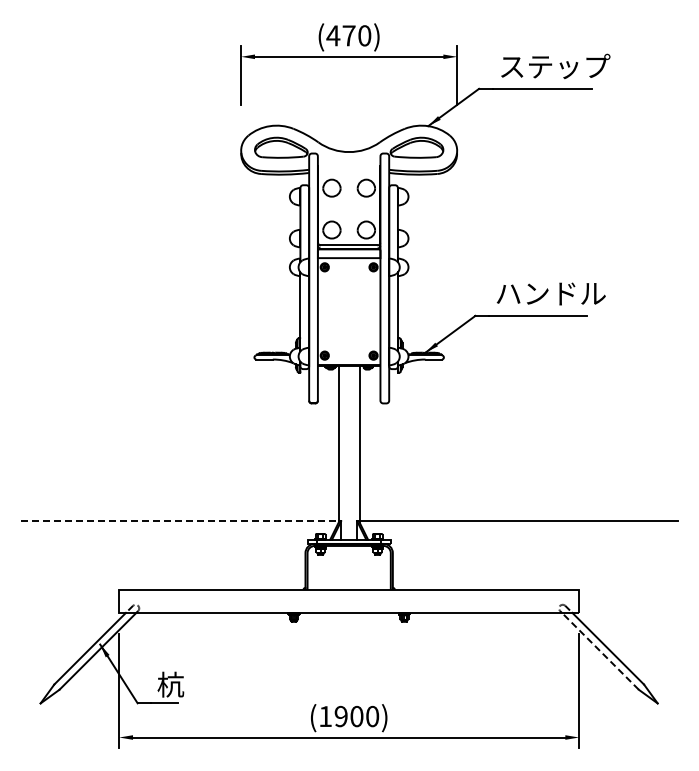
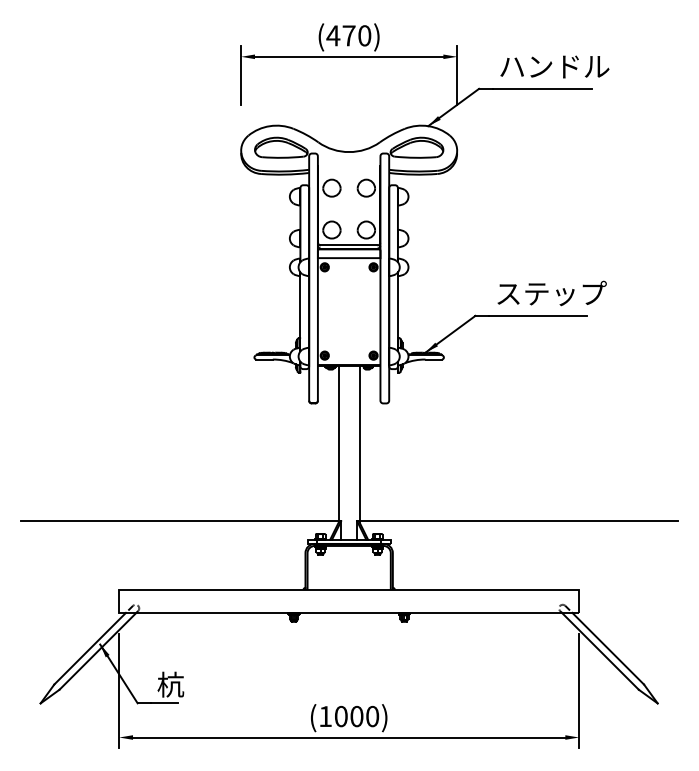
text at (555, 66): ステップ -> ハンドル
text at (551, 293): ハンドル -> ステップ
line at (179, 520): dashed -> solid
line at (600, 650): dashed -> solid
text at (340, 716): (1900) -> (1000)
